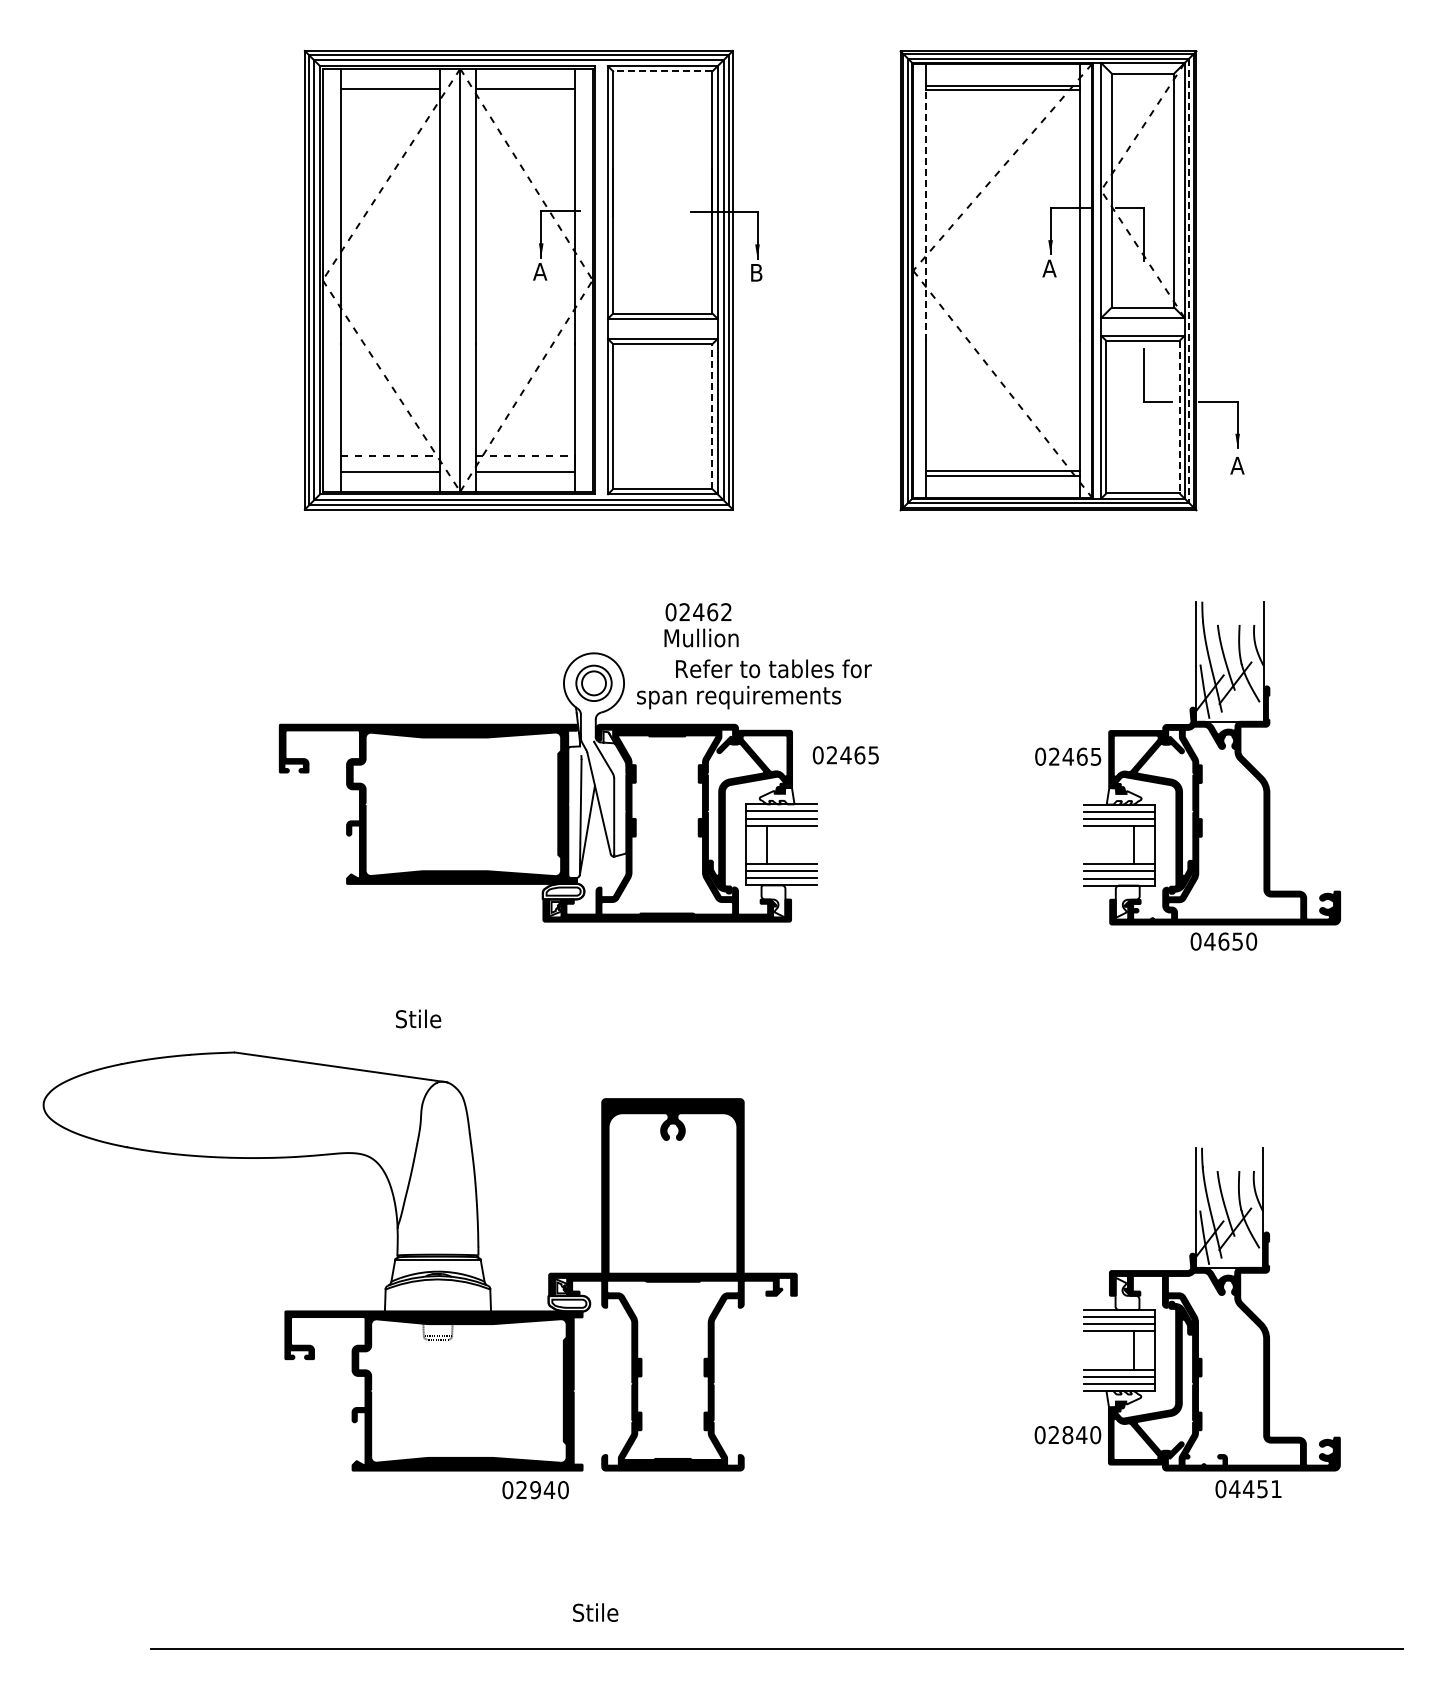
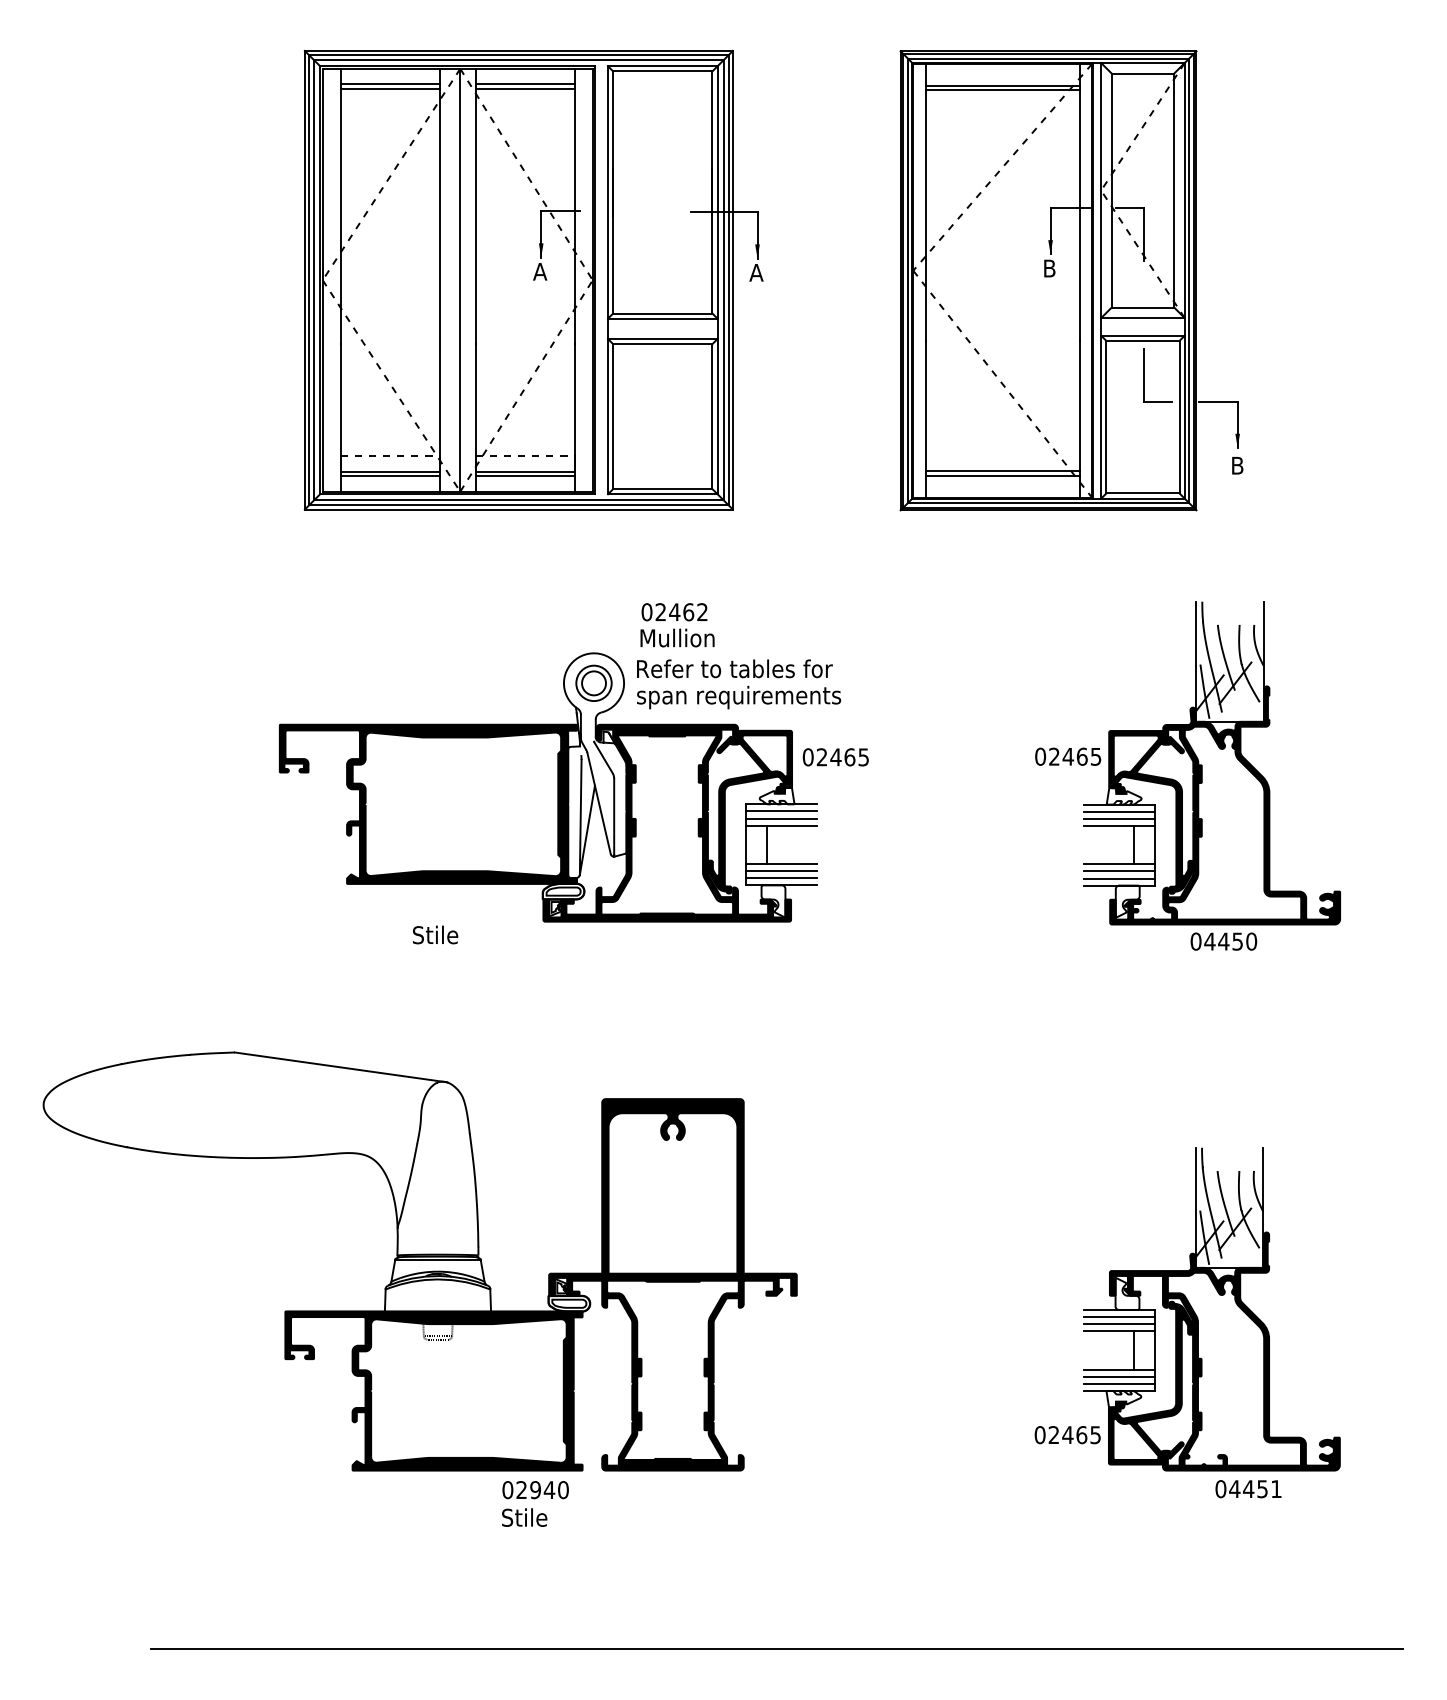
line at (662, 71): dashed -> solid
line at (389, 84): none -> present
line at (524, 84): none -> present
line at (925, 215): dashed -> solid
text at (1049, 268): A -> B
text at (756, 272): B -> A
line at (1189, 281): dashed -> solid
line at (712, 416): dashed -> solid
line at (1179, 417): dashed -> solid
text at (1237, 465): A -> B
line at (389, 476): none -> present
line at (524, 476): none -> present
text at (701, 625) position: (701, 625) -> (677, 625)
text at (773, 668) position: (773, 668) -> (734, 668)
text at (845, 755) position: (845, 755) -> (835, 757)
text at (1223, 941): 04650 -> 04450
text at (418, 1018) position: (418, 1018) -> (435, 934)
text at (1081, 1435): 02840 -> 02465
text at (595, 1612) position: (595, 1612) -> (524, 1517)
